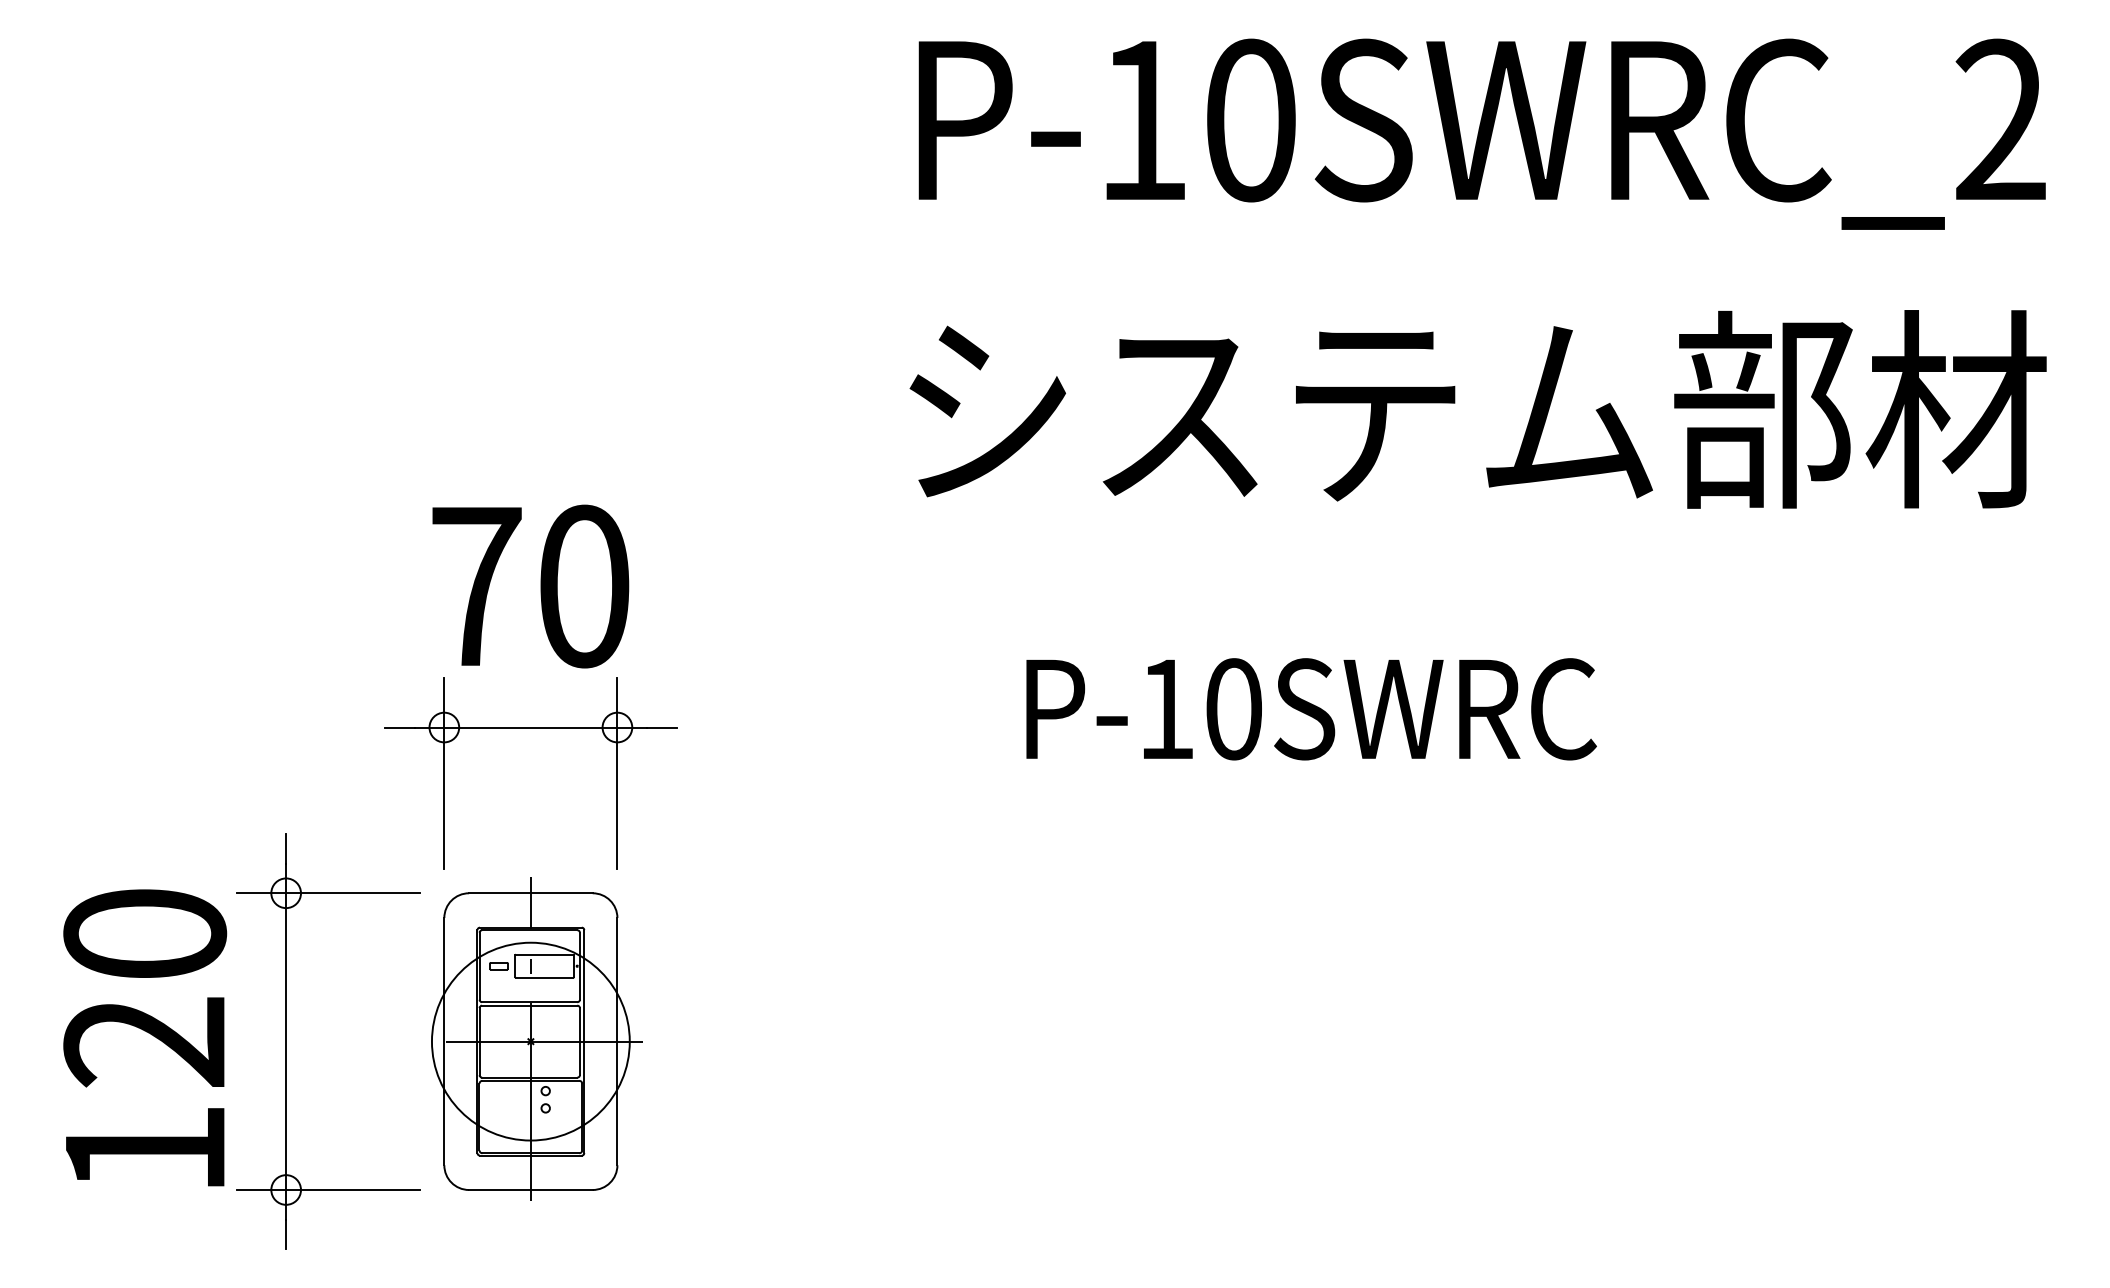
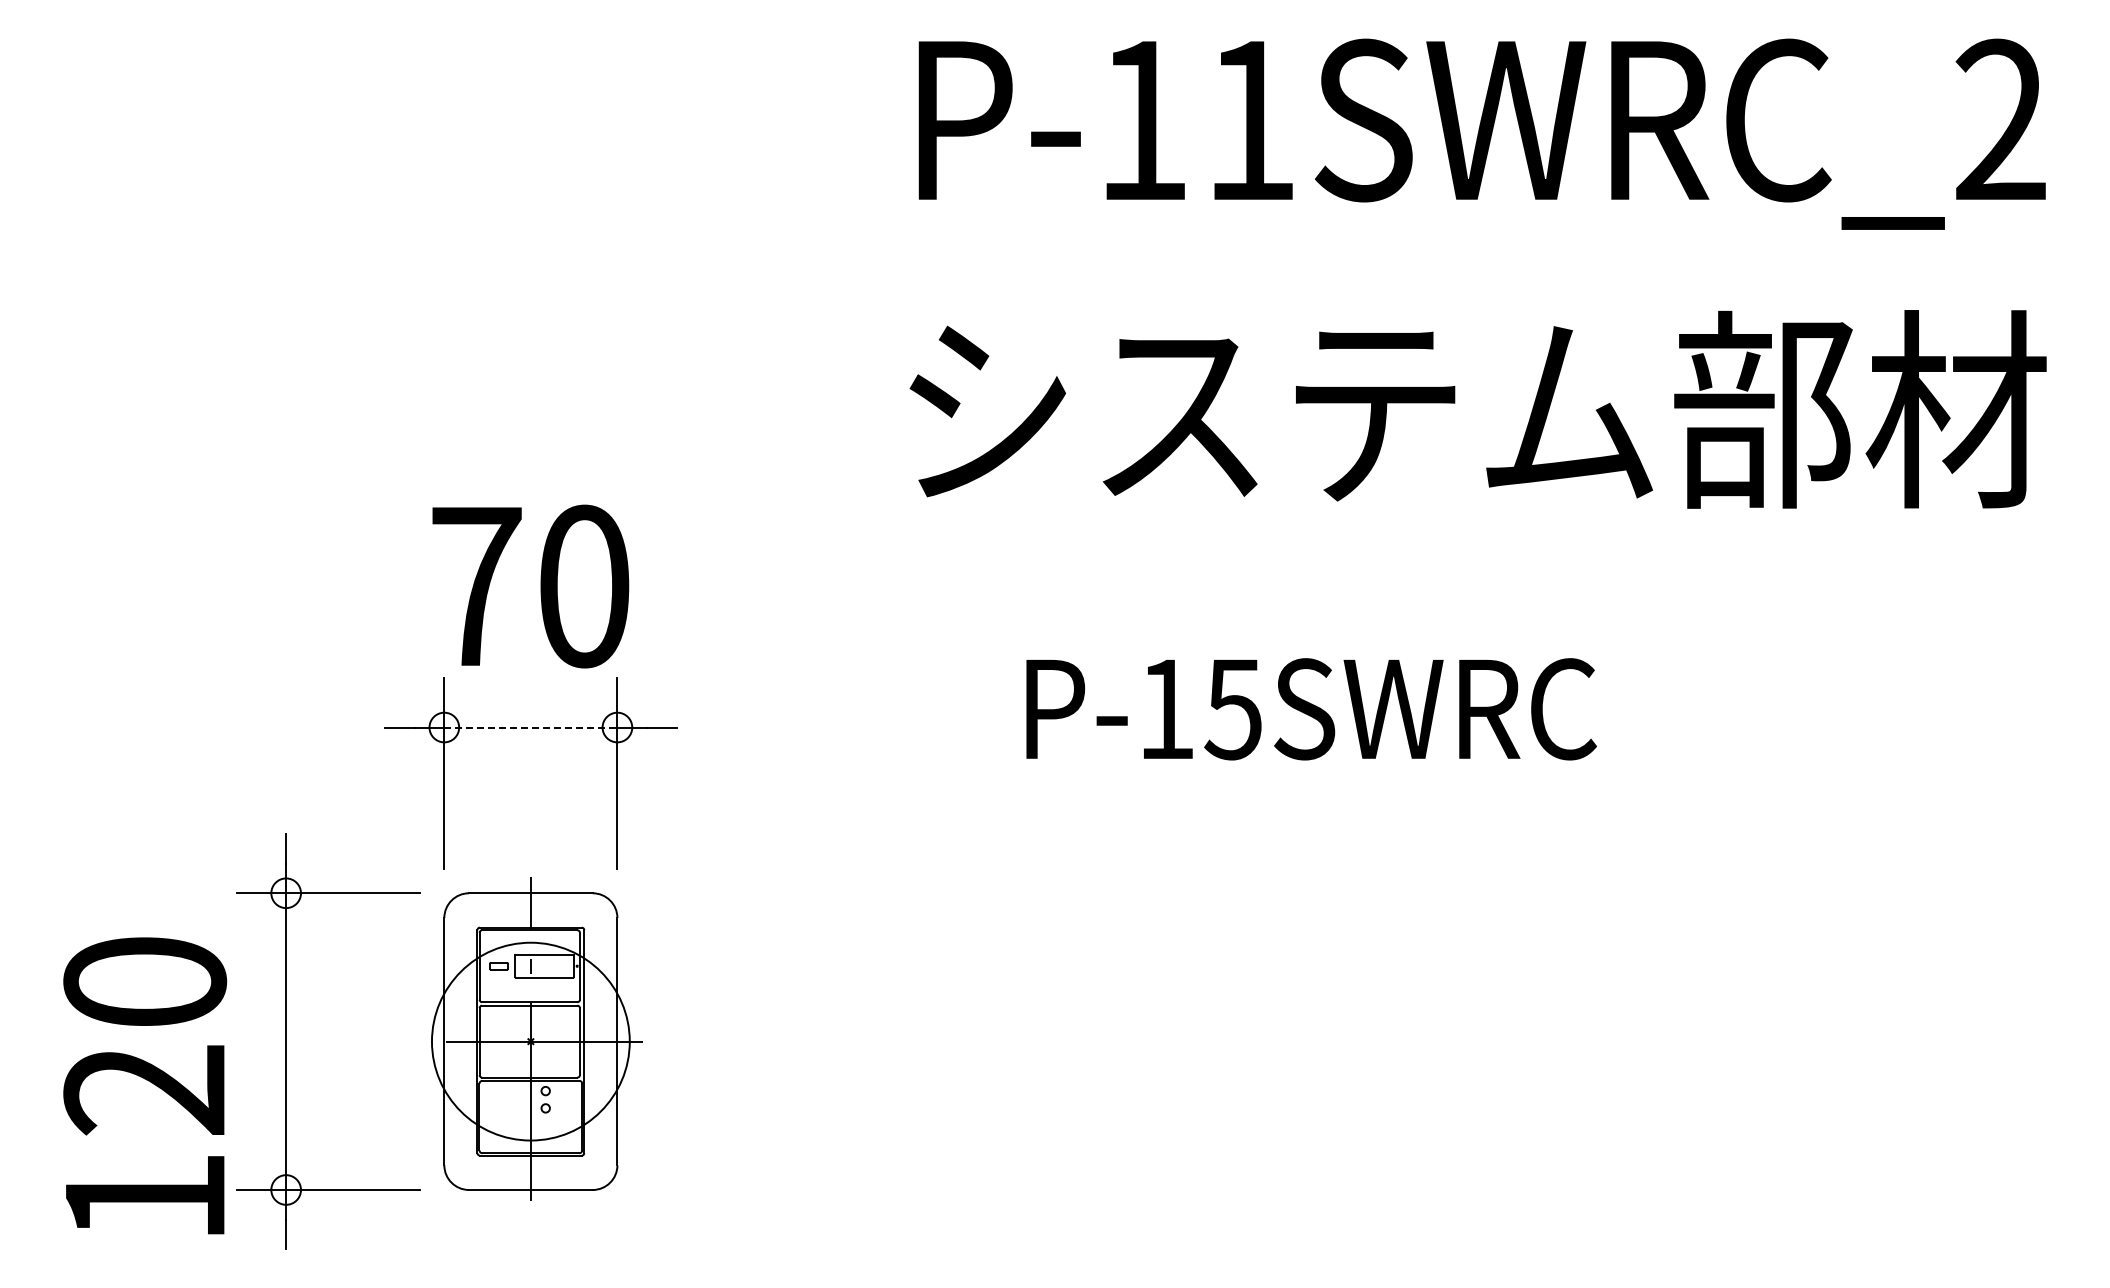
text at (1251, 120): P-10SWRC_2 -> P-11SWRC_2
text at (1232, 709): P-10SWRC -> P-15SWRC
line at (530, 727): solid -> dashed
text at (145, 1037) position: (145, 1037) -> (145, 1085)
